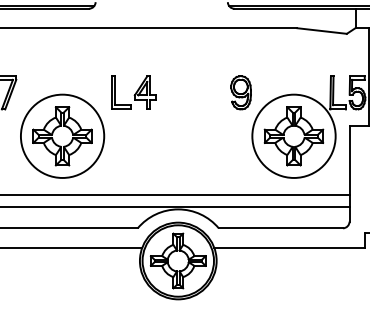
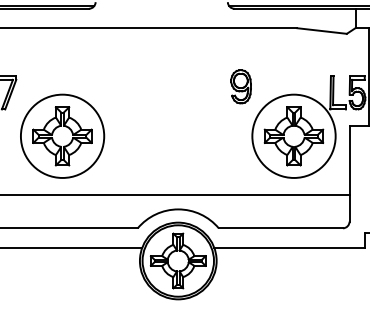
part at (133, 92): present -> none
part at (240, 92) position: (240, 92) -> (240, 86)
line at (175, 207): present -> none
